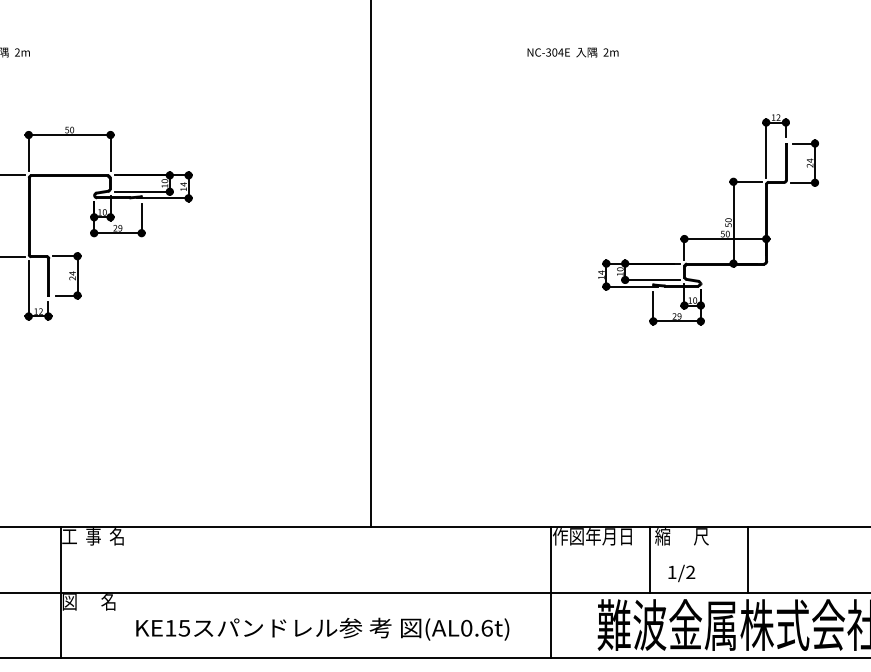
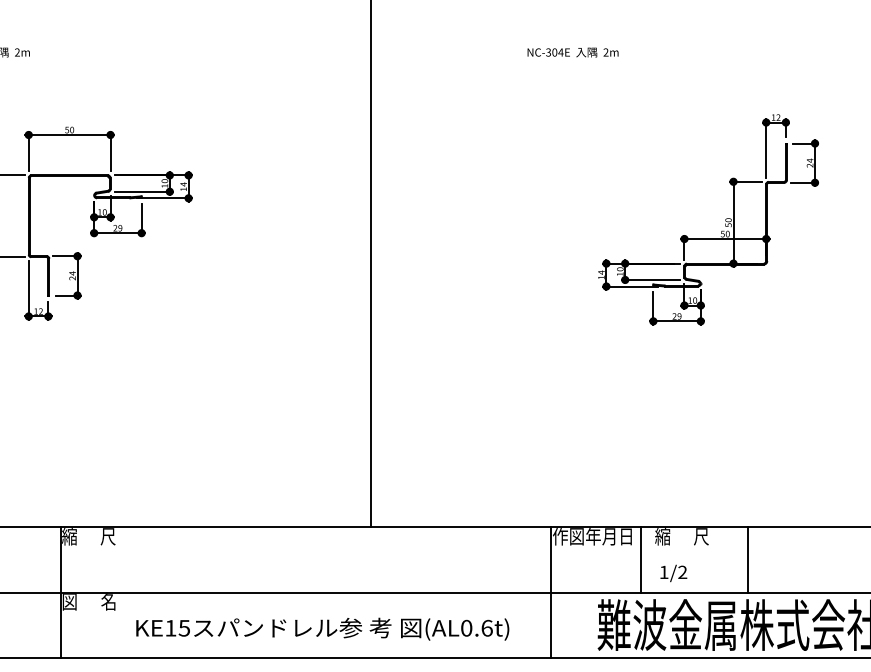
text at (92, 536): 工  事  名 -> 縮      尺
line at (649, 559) position: (649, 559) -> (640, 559)
text at (681, 573) position: (681, 573) -> (673, 573)
